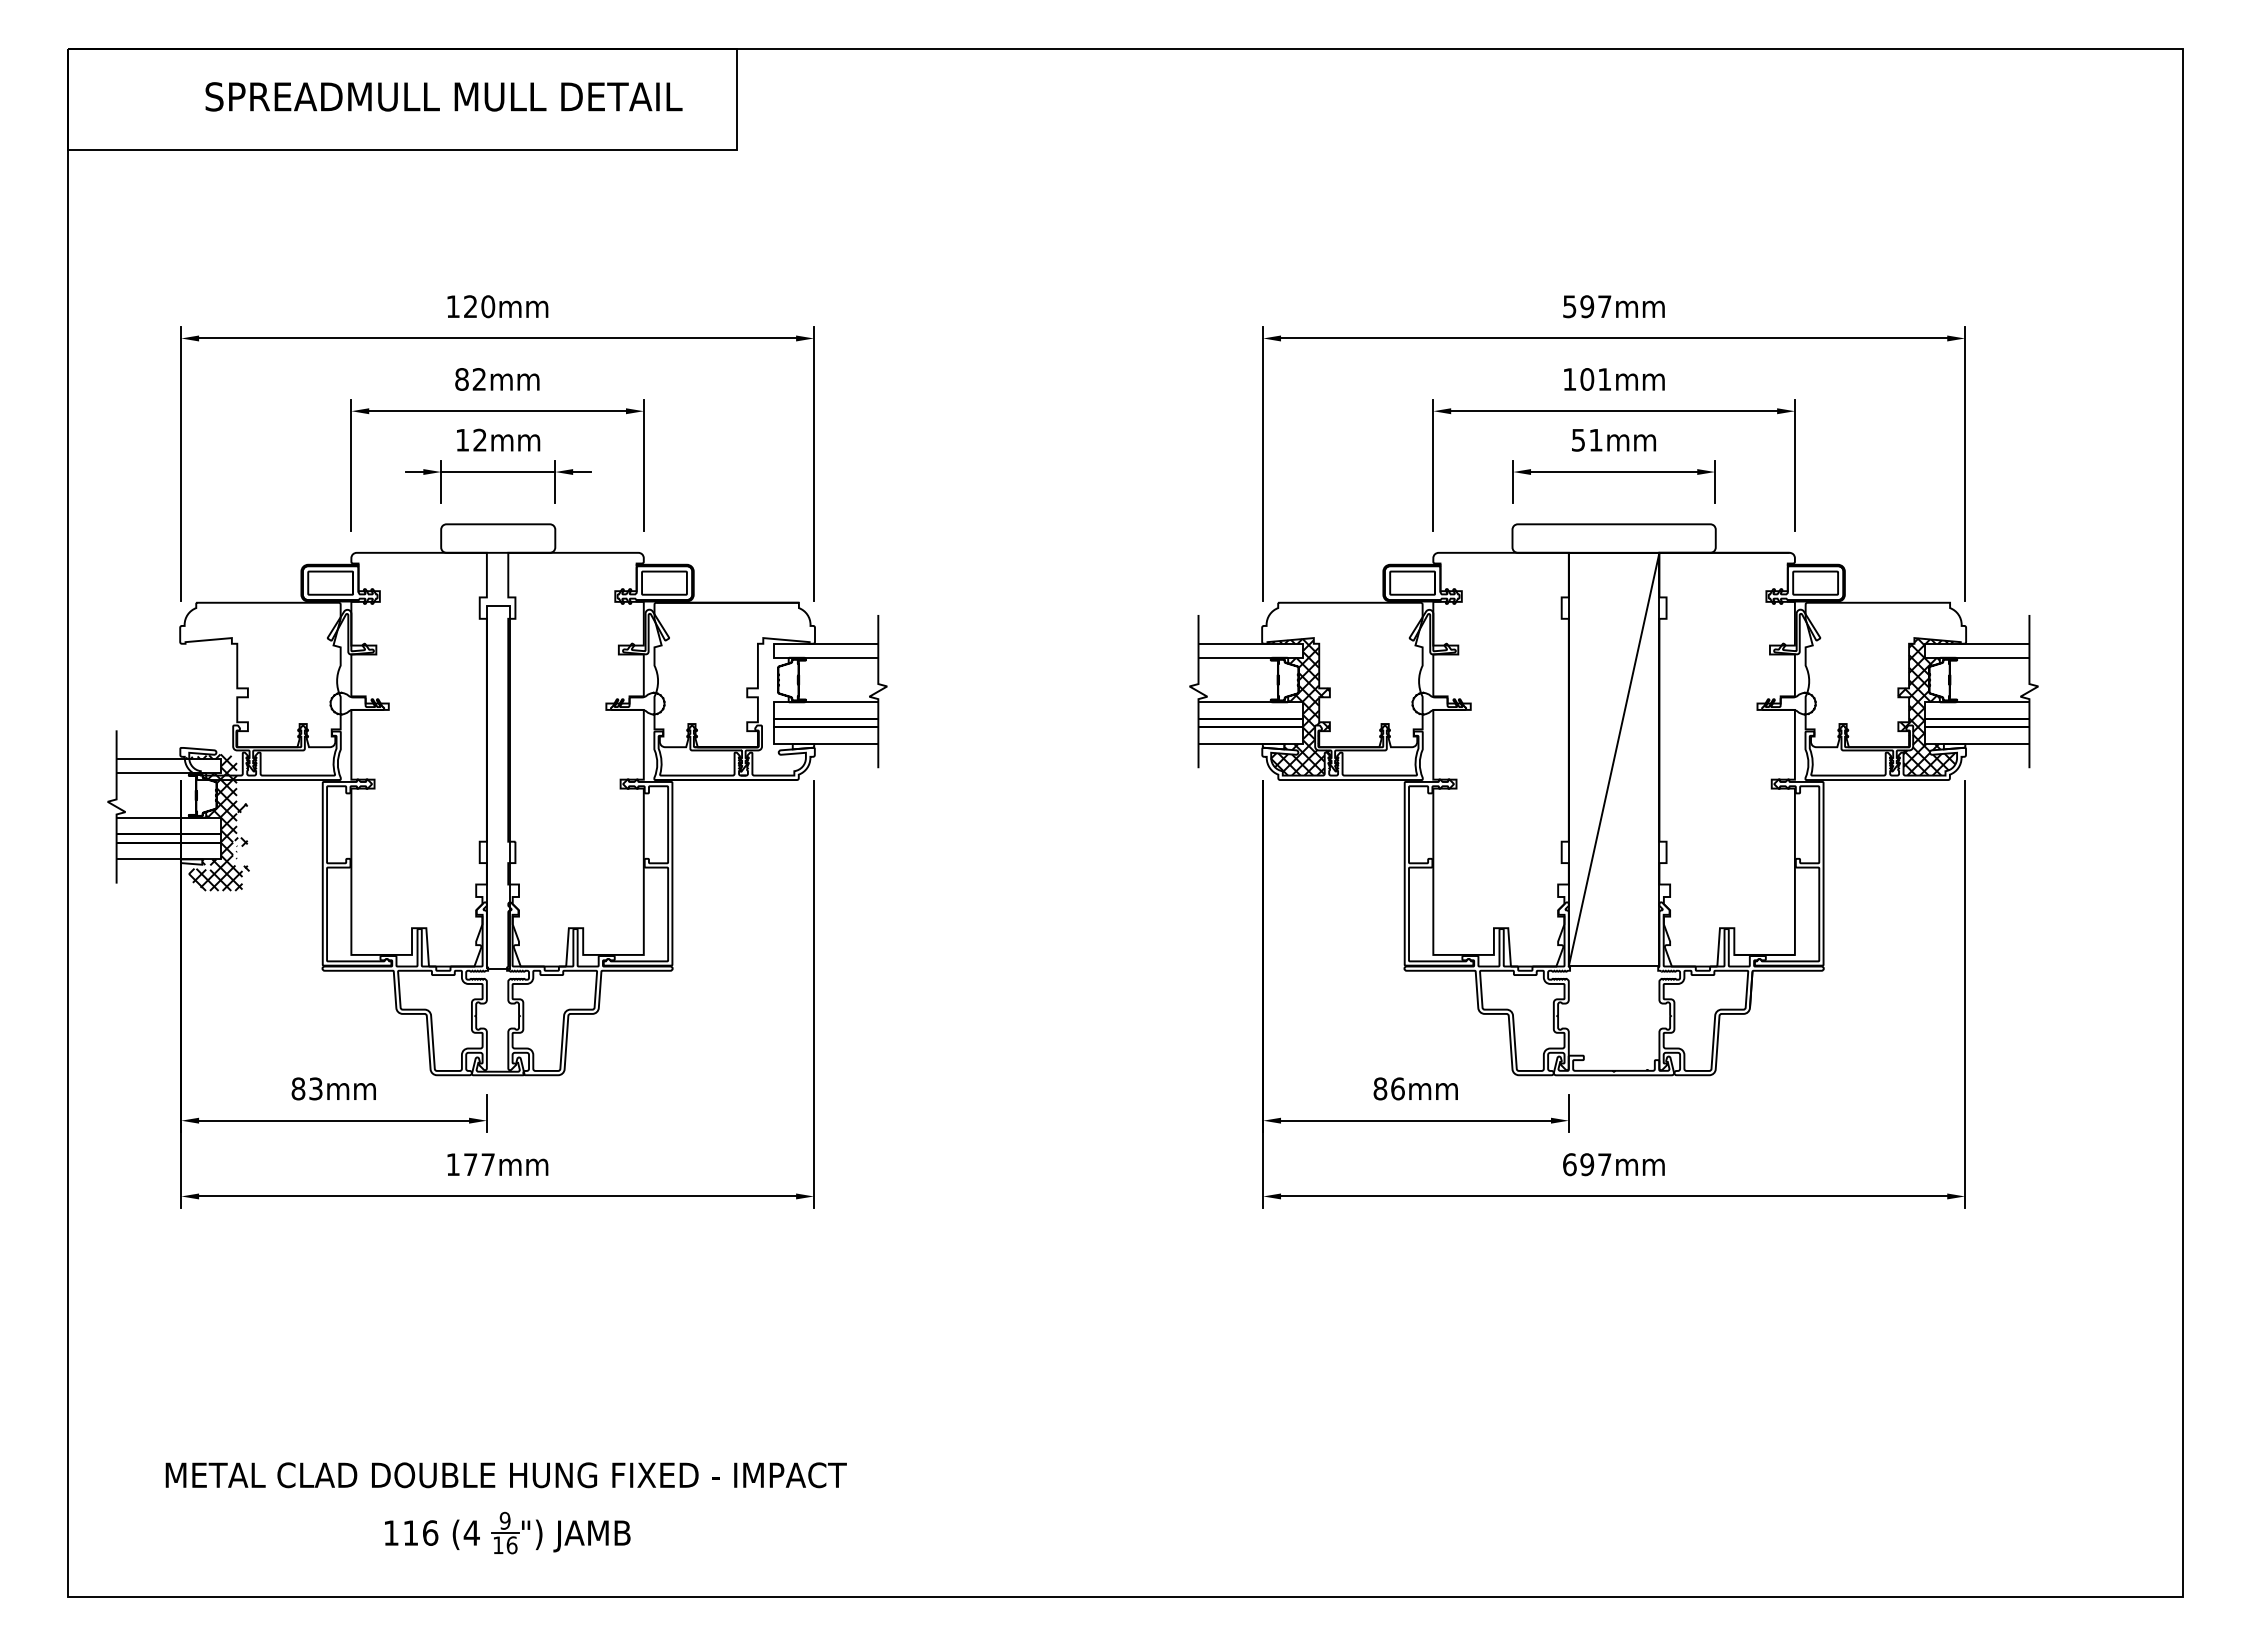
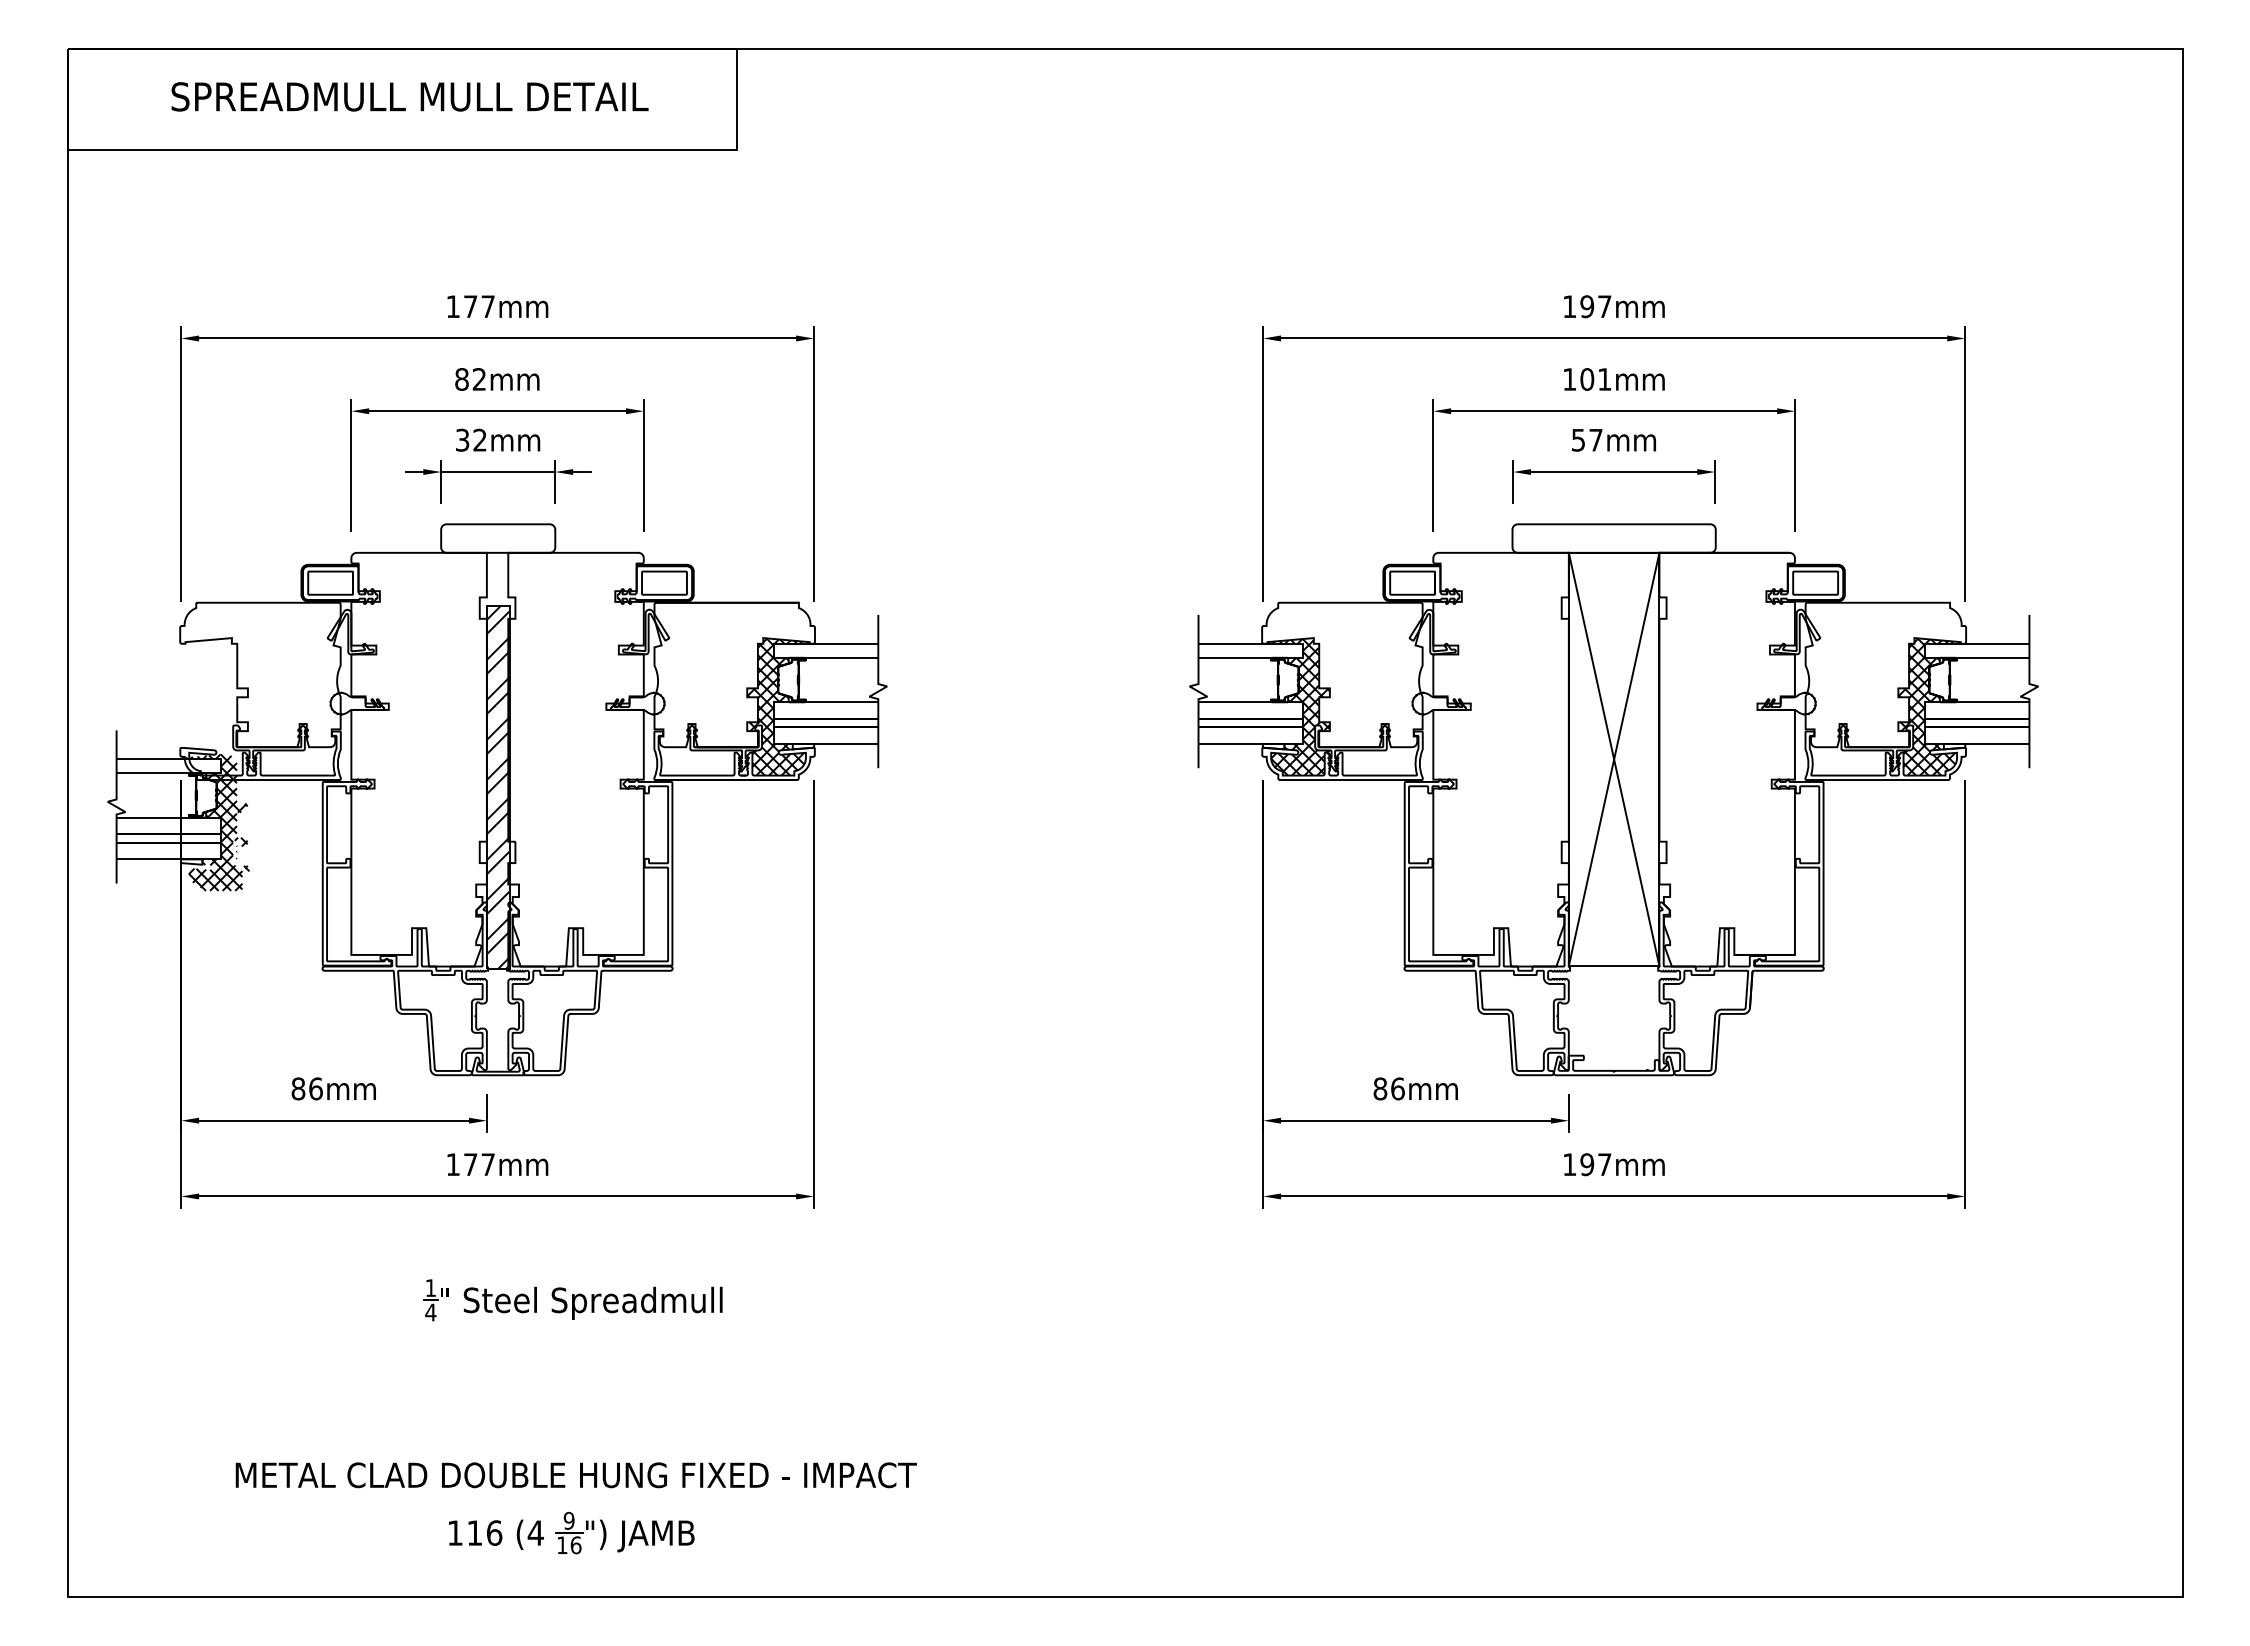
text at (443, 96) position: (443, 96) -> (409, 96)
text at (479, 306): 120mm -> 177mm
text at (1569, 306): 597mm -> 197mm
text at (462, 439): 12mm -> 32mm
text at (1595, 440): 51mm -> 57mm
hatch at (777, 706): none -> present
line at (1613, 759): none -> present
hatch at (497, 787): none -> present
text at (315, 1088): 83mm -> 86mm
text at (1569, 1164): 697mm -> 197mm
part at (572, 1300): none -> present
text at (505, 1475) position: (505, 1475) -> (575, 1475)
part at (507, 1532) position: (507, 1532) -> (571, 1532)
